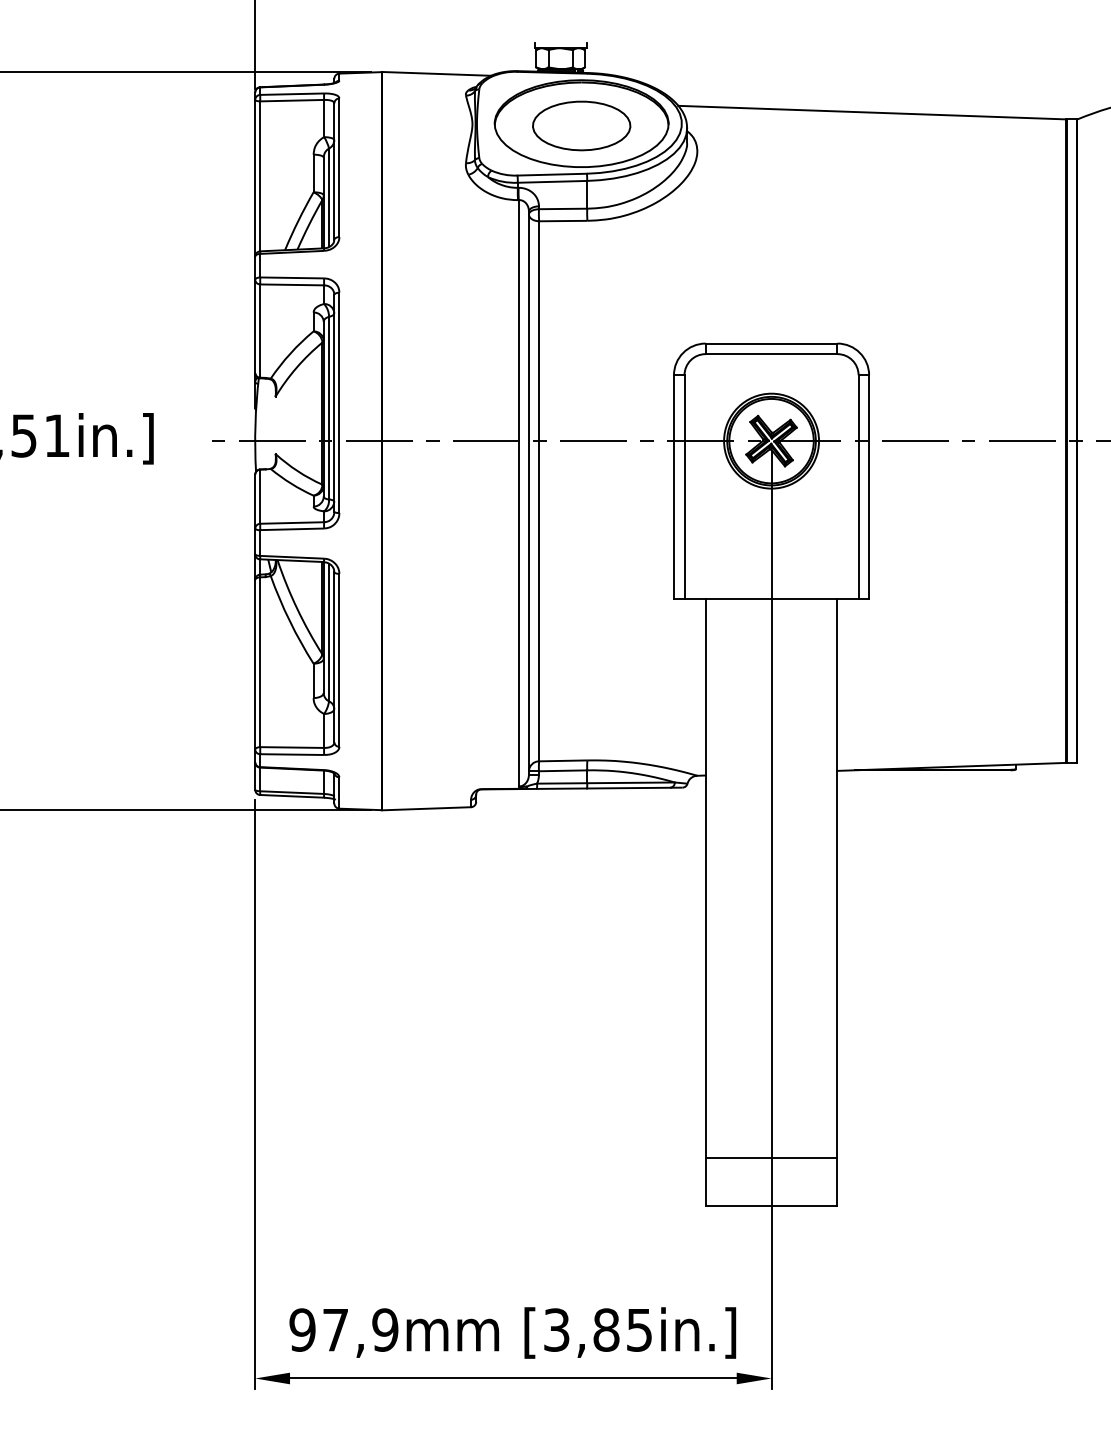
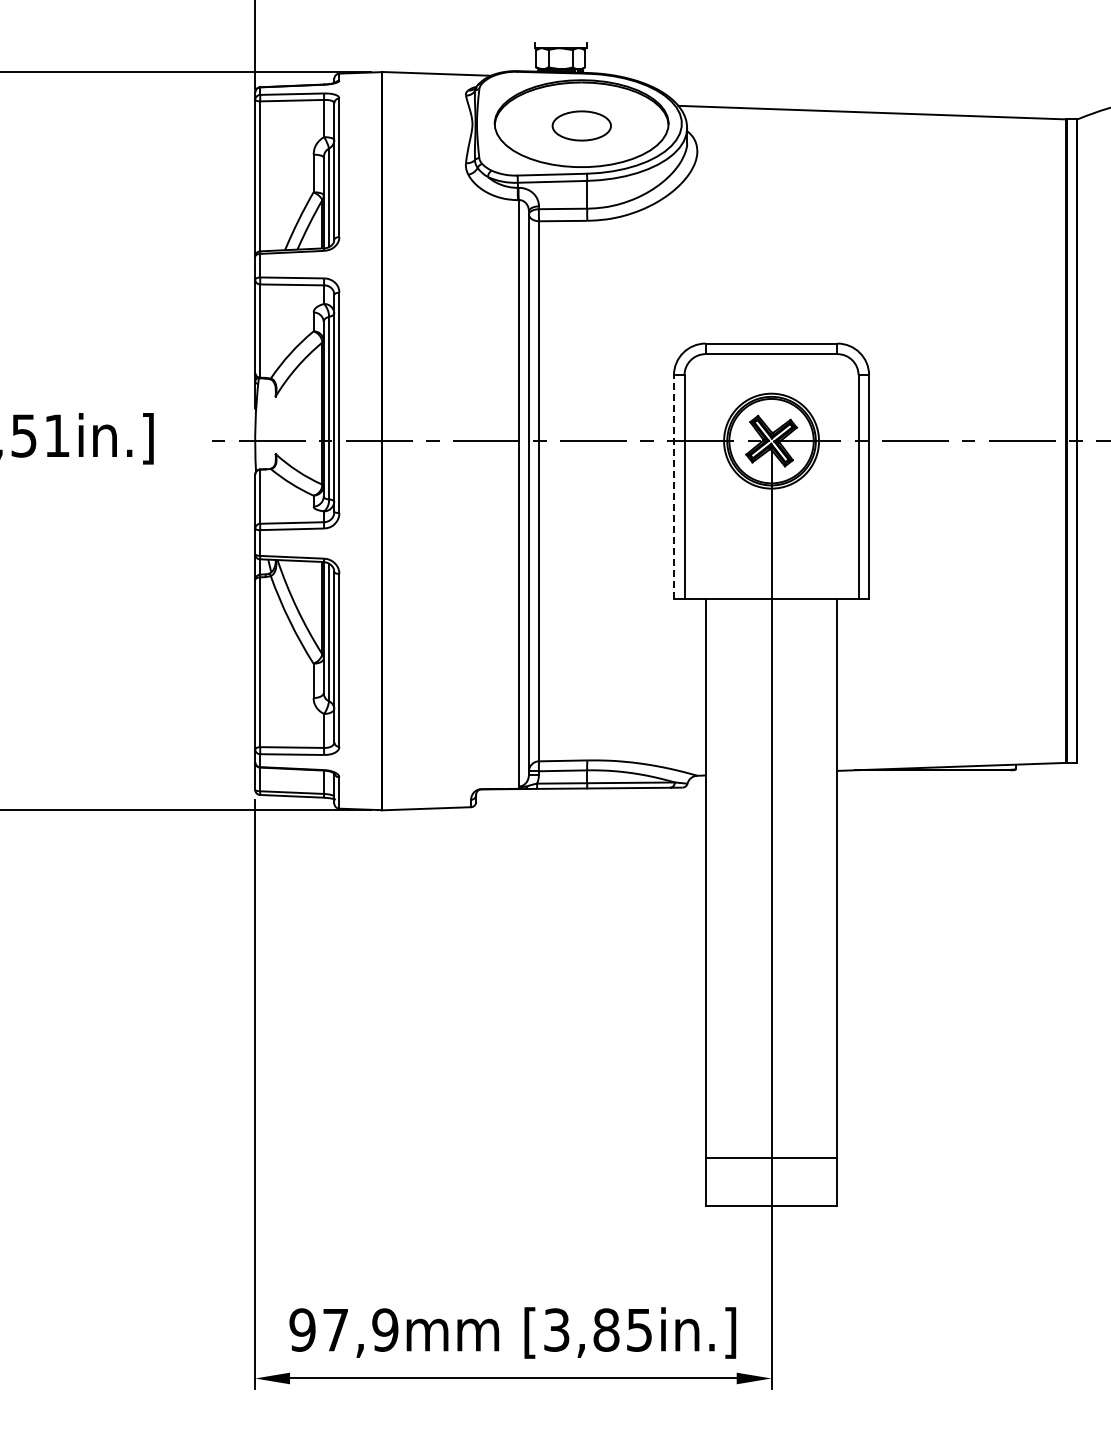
part at (581, 125) size: 100x52 px -> 61x32 px
line at (673, 486): solid -> dashed
